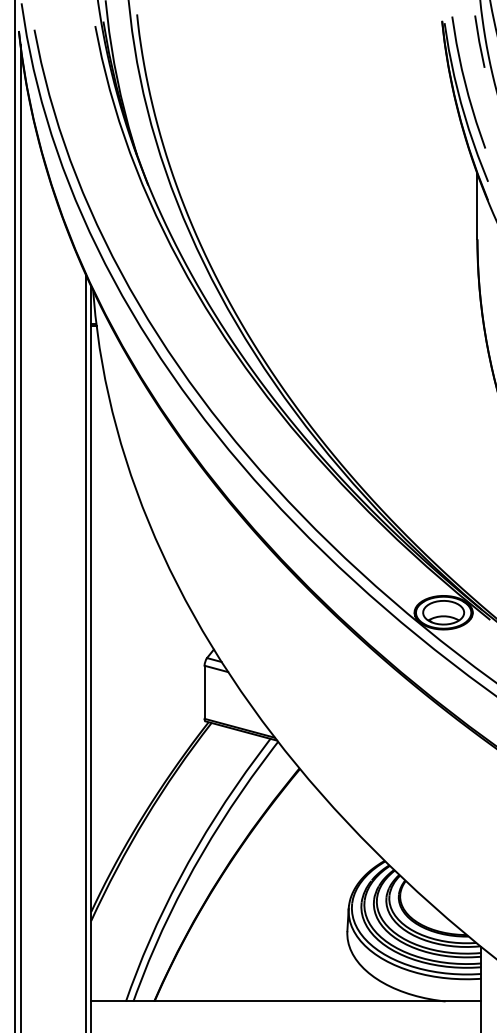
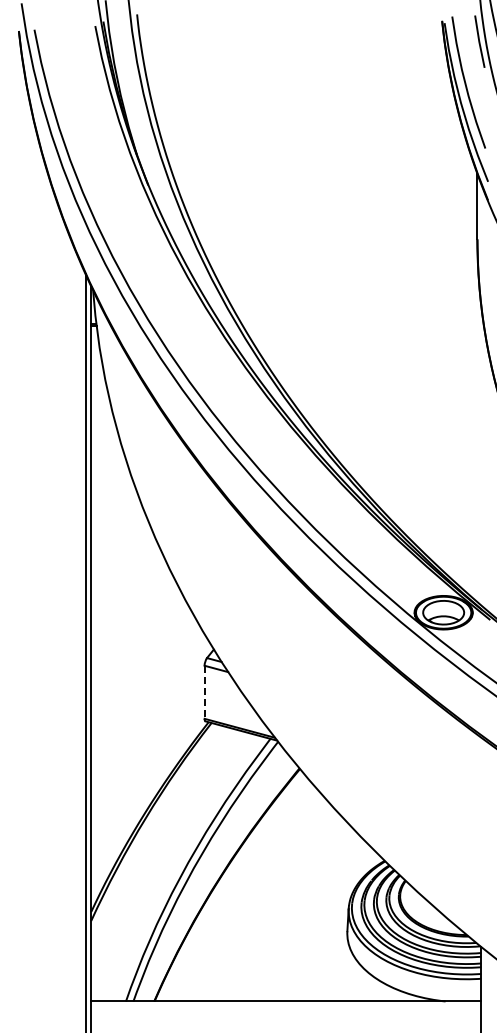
line at (14, 515): present -> none
line at (20, 537): present -> none
line at (204, 692): solid -> dashed
